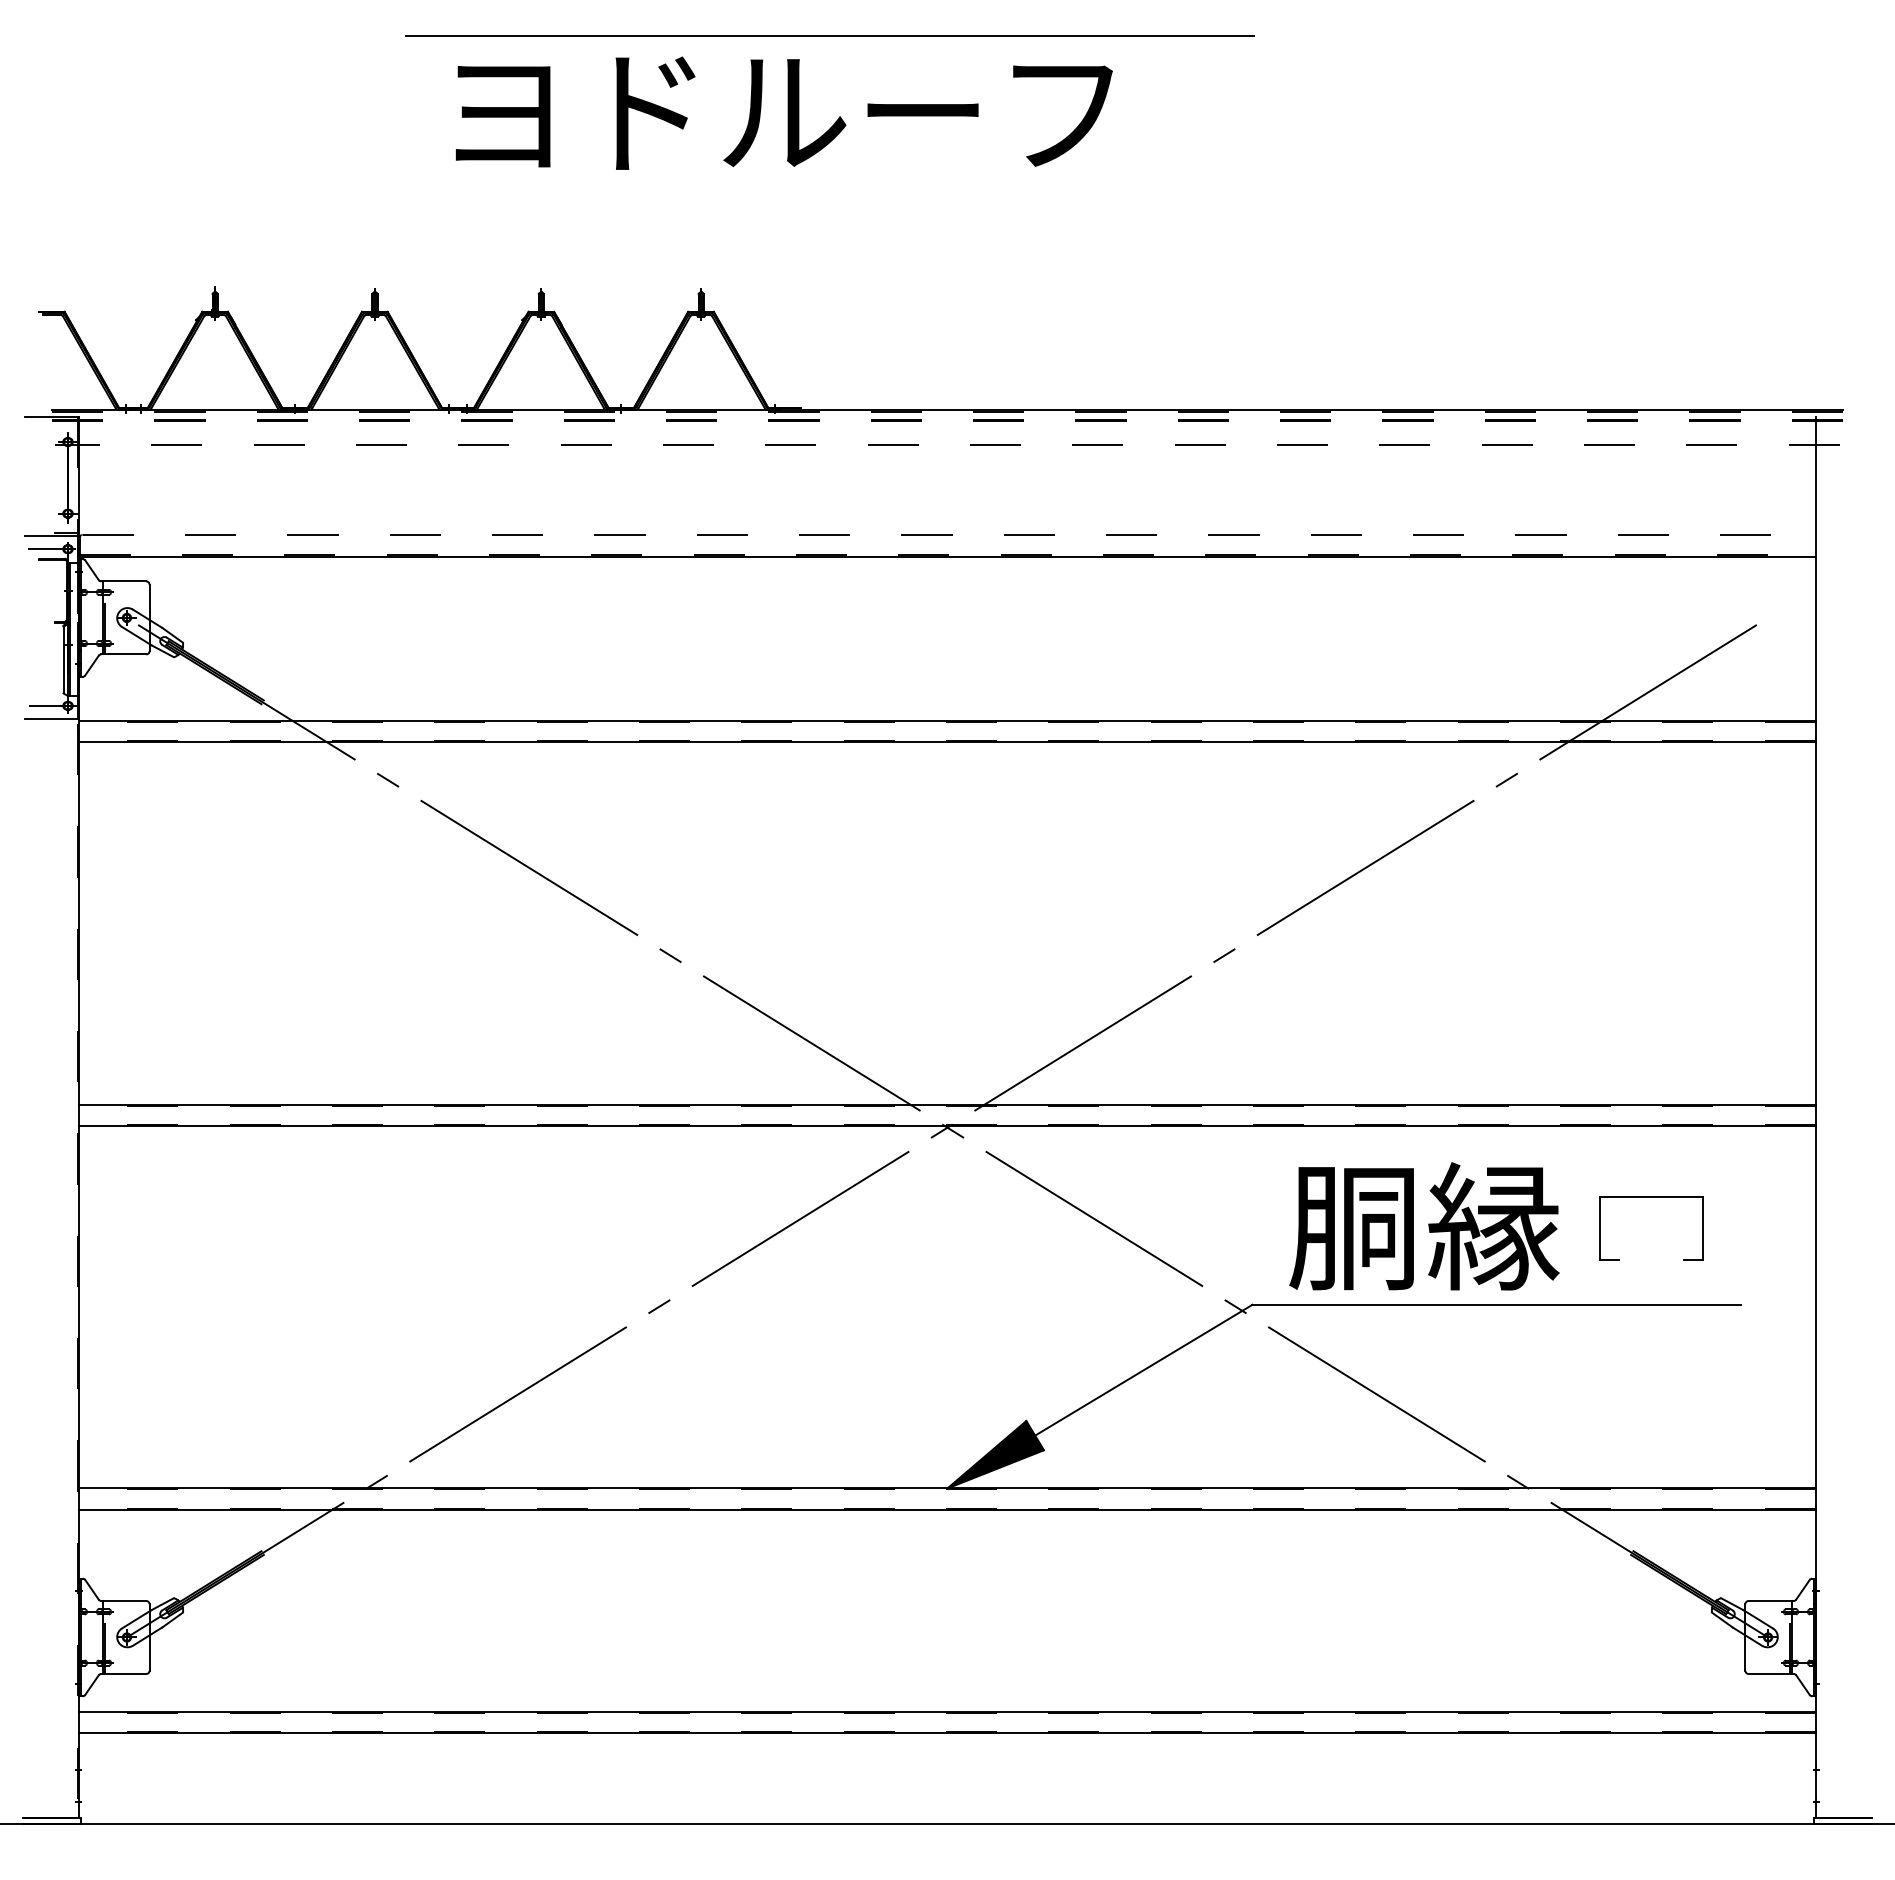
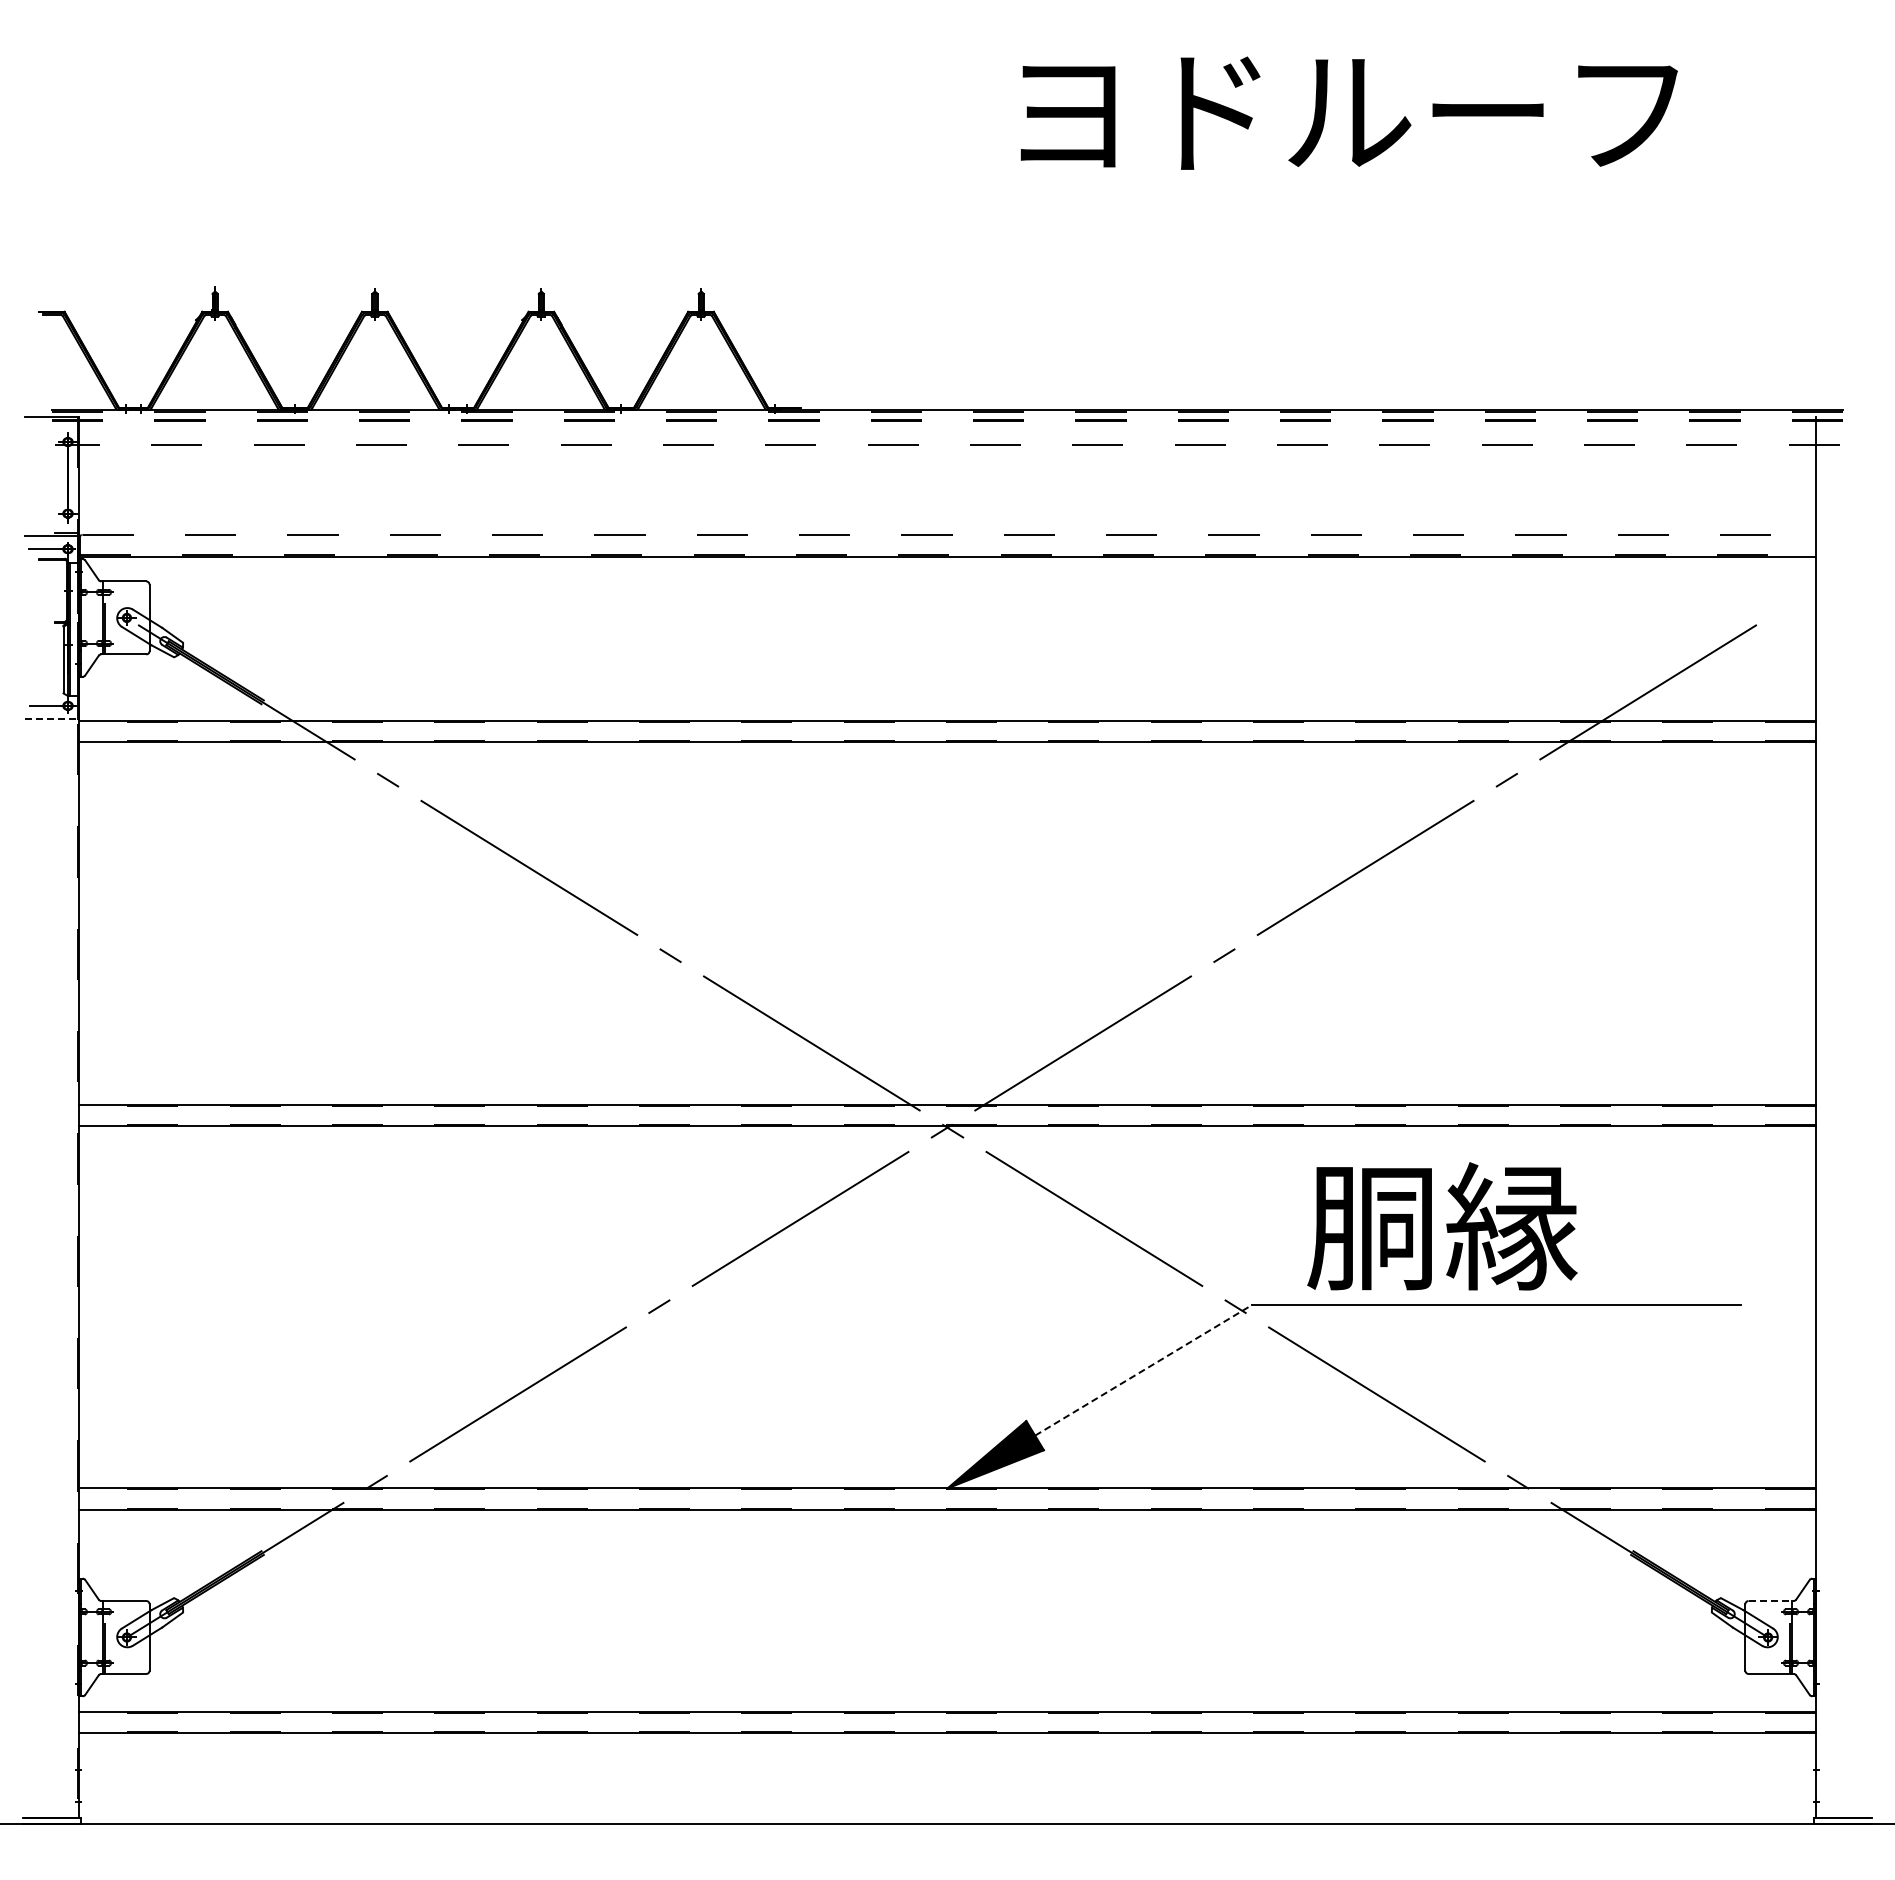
line at (830, 35): present -> none
text at (783, 112) position: (783, 112) -> (1348, 112)
line at (52, 718): solid -> dashed
part at (1651, 1197): present -> none
text at (1424, 1226) position: (1424, 1226) -> (1442, 1226)
line at (1143, 1370): solid -> dashed
line at (1771, 1601): solid -> dashed
